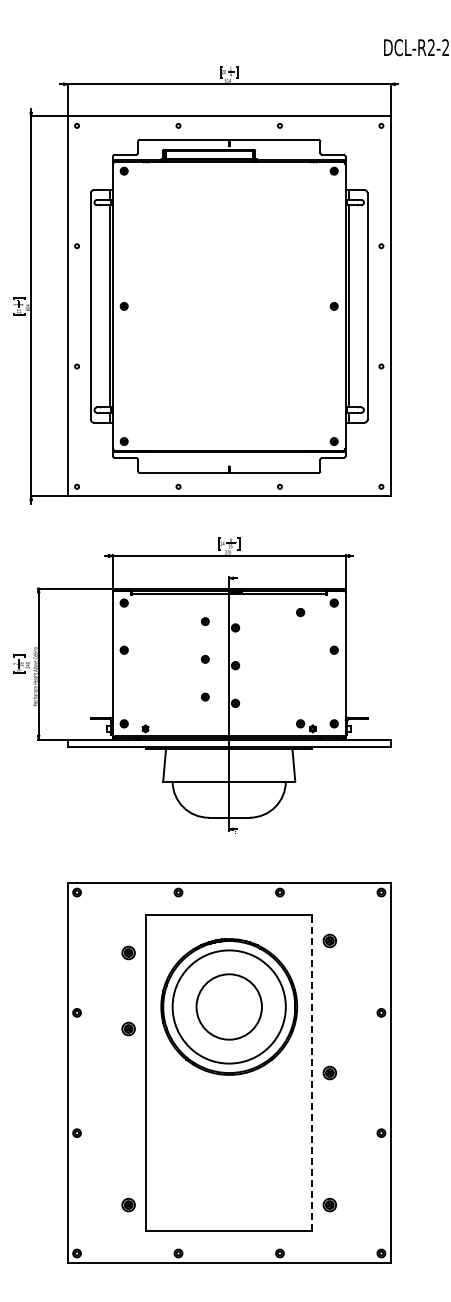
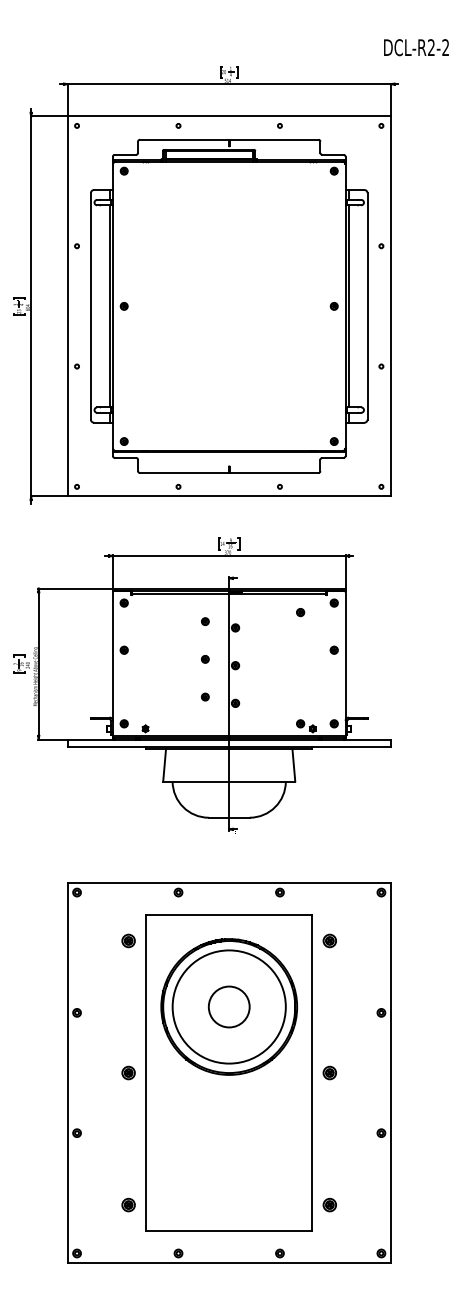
part at (128, 952) position: (128, 952) -> (128, 940)
circle at (228, 1006) diameter: 65 px -> 41 px
part at (128, 1028) position: (128, 1028) -> (128, 1072)
line at (312, 1072): dashed -> solid
